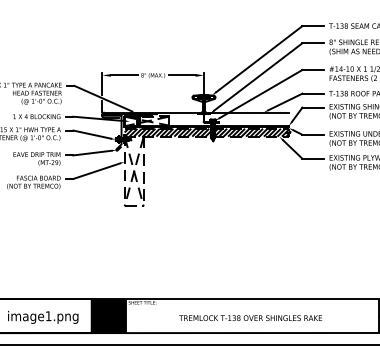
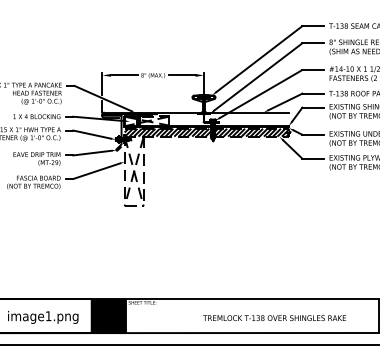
text at (250, 318) position: (250, 318) -> (274, 318)
